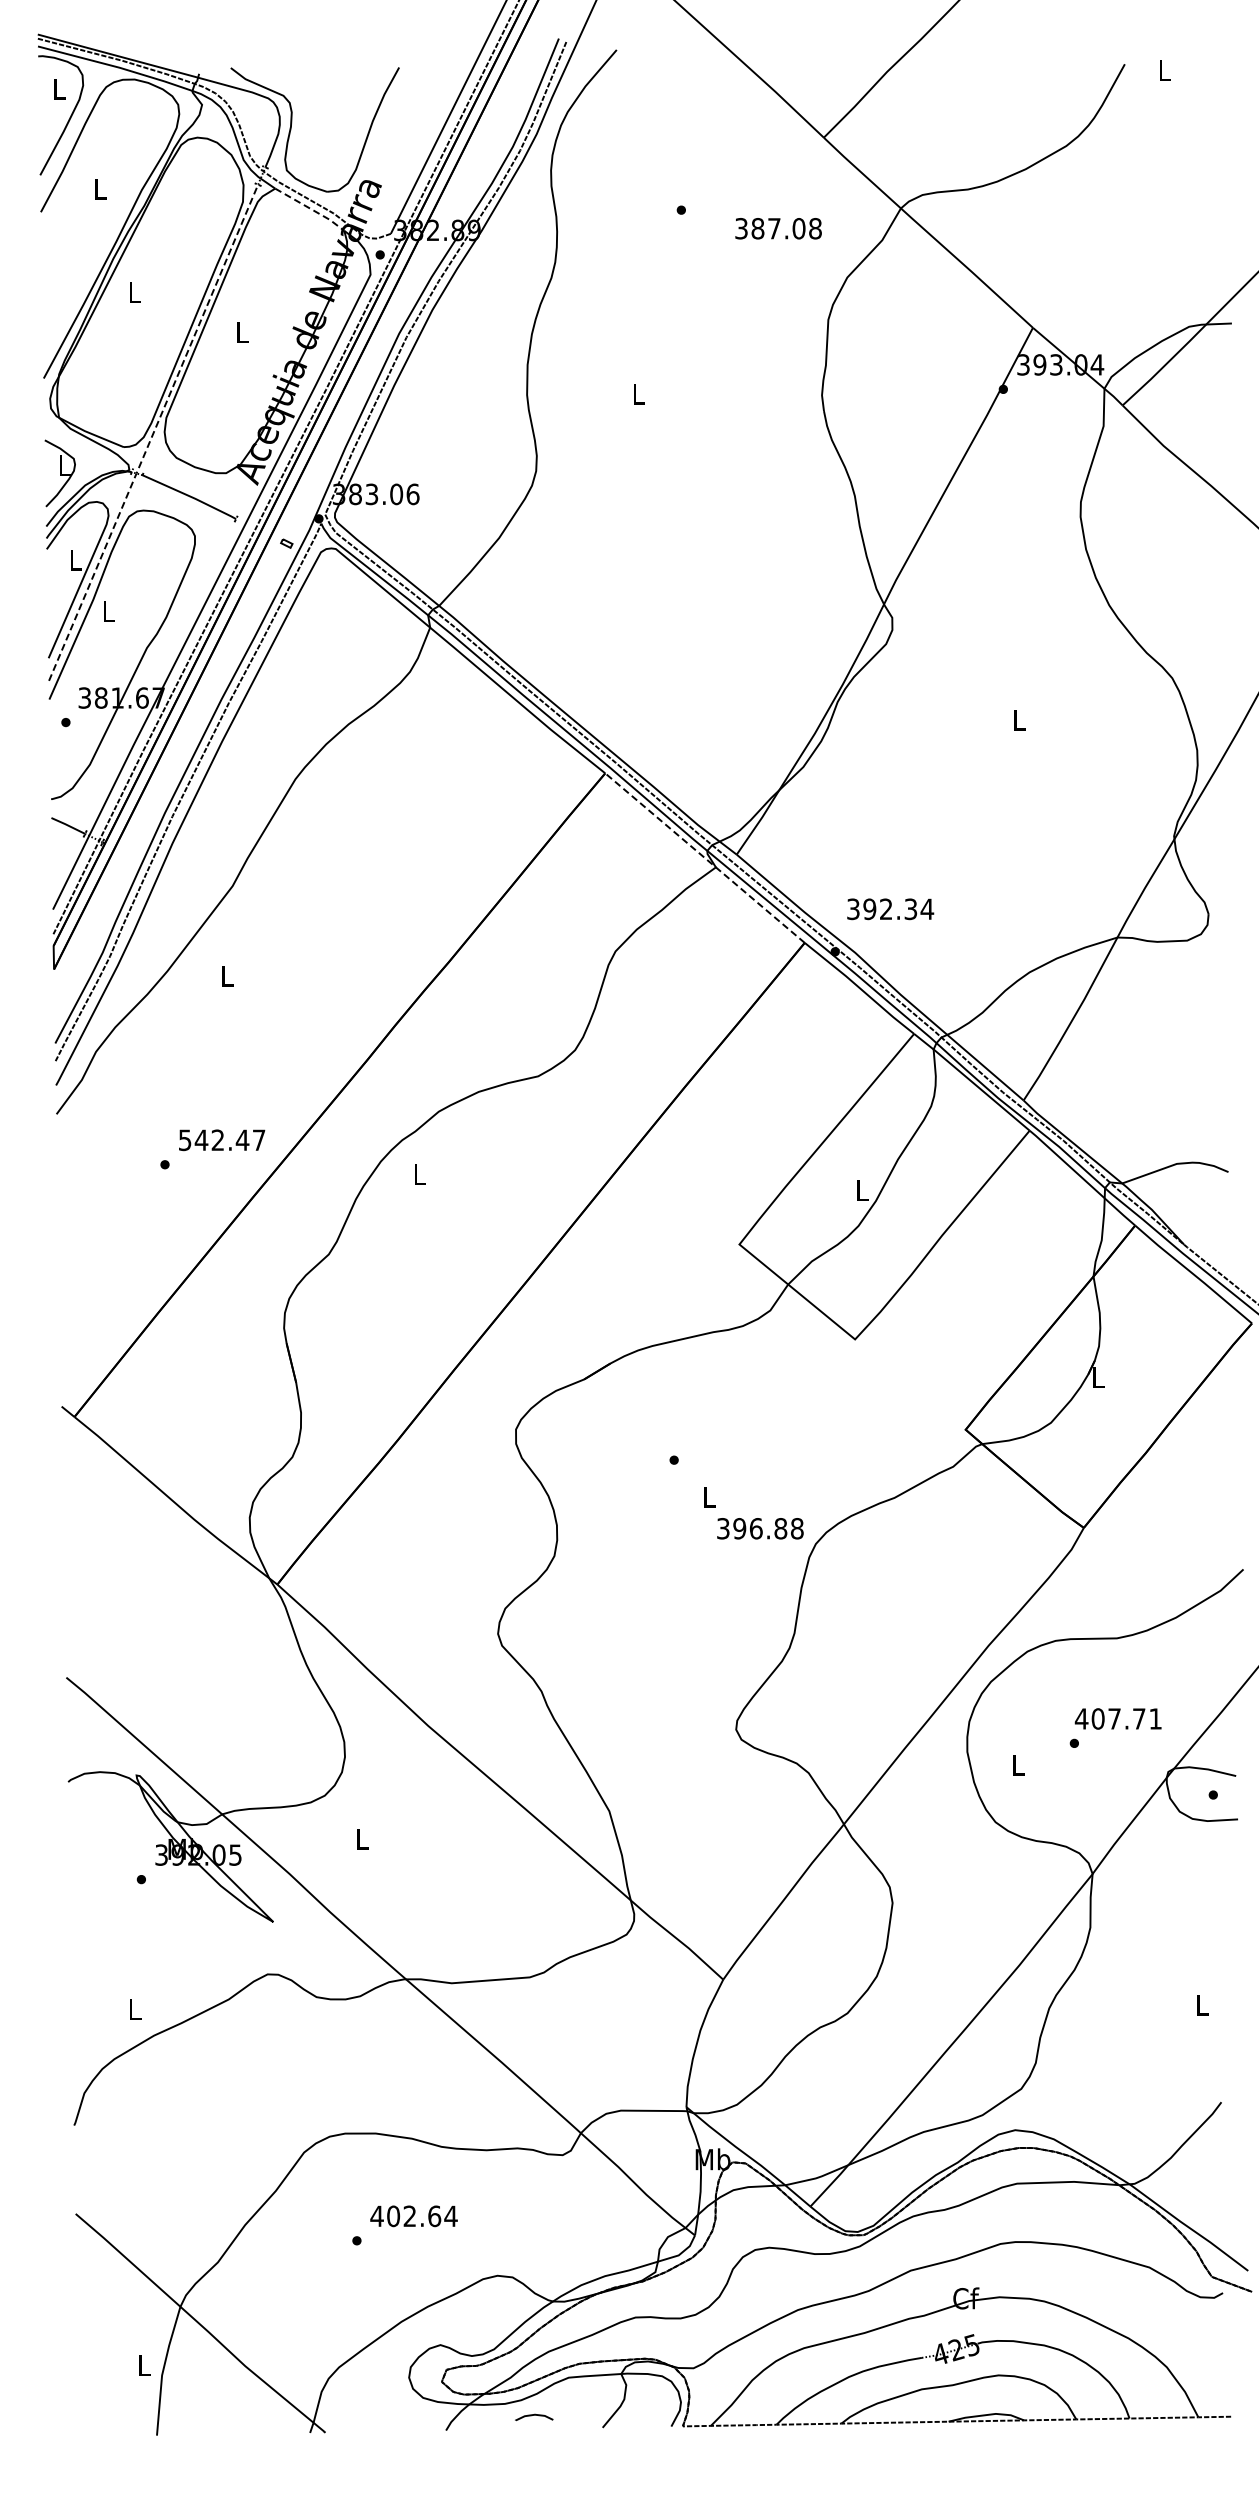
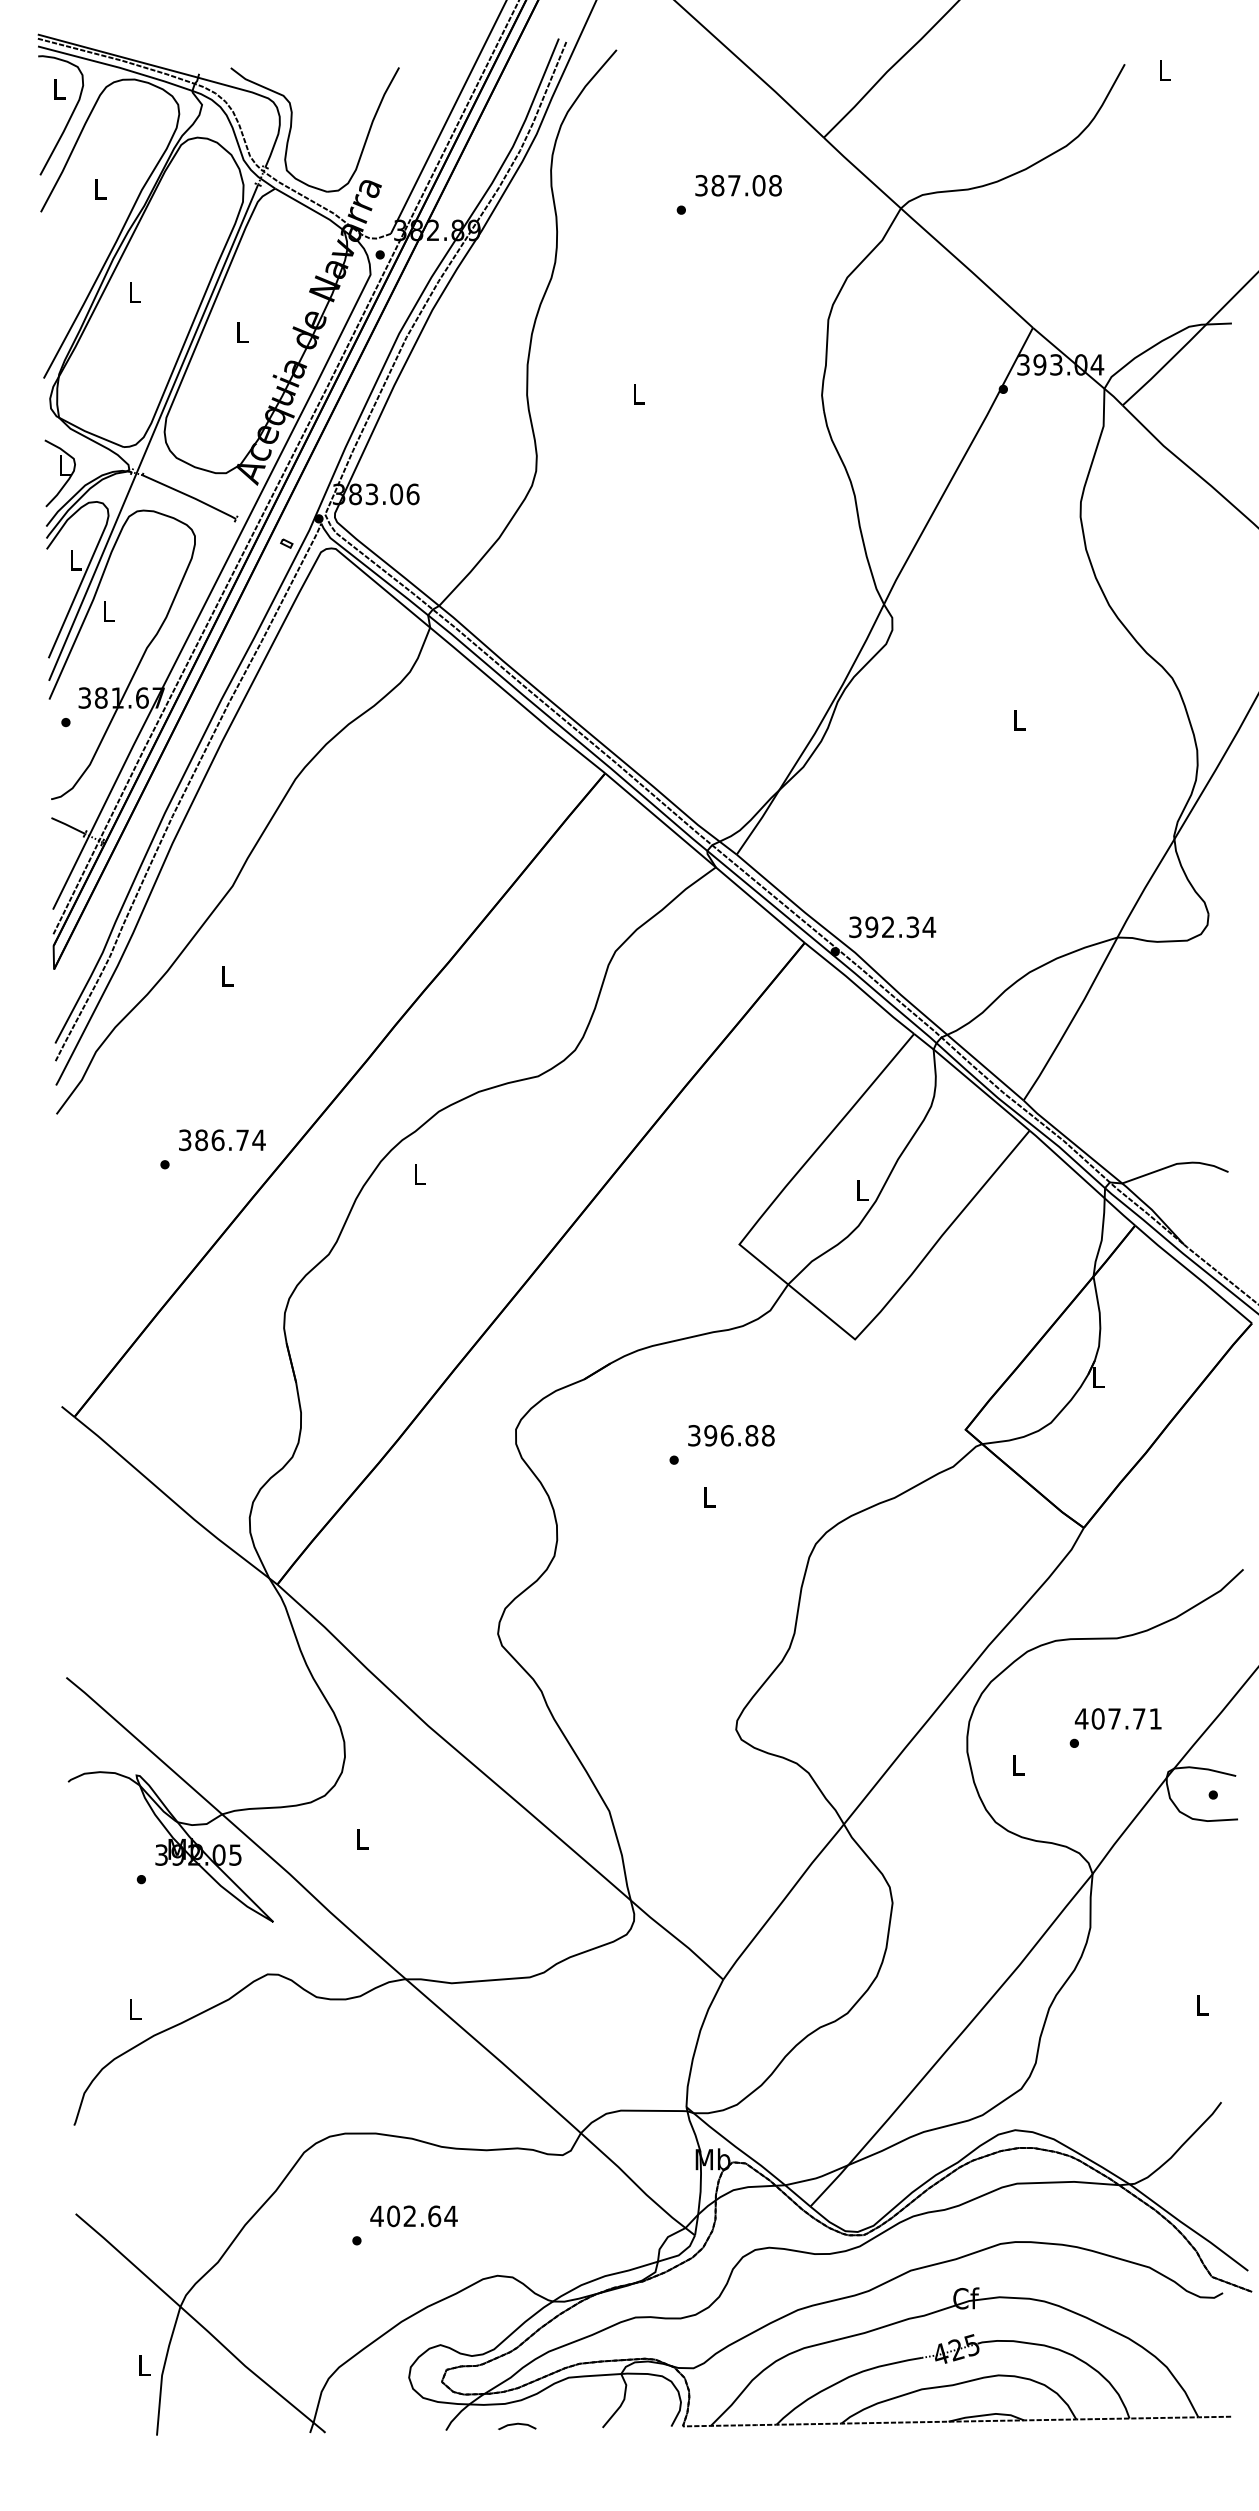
line at (311, 209): dashed -> solid
text at (778, 228) position: (778, 228) -> (738, 185)
line at (153, 433): dashed -> solid
line at (705, 858): dashed -> solid
text at (890, 909) position: (890, 909) -> (892, 927)
text at (222, 1140): 542.47 -> 386.74
text at (760, 1528) position: (760, 1528) -> (731, 1435)
curve at (534, 2415) position: (534, 2415) -> (517, 2424)
